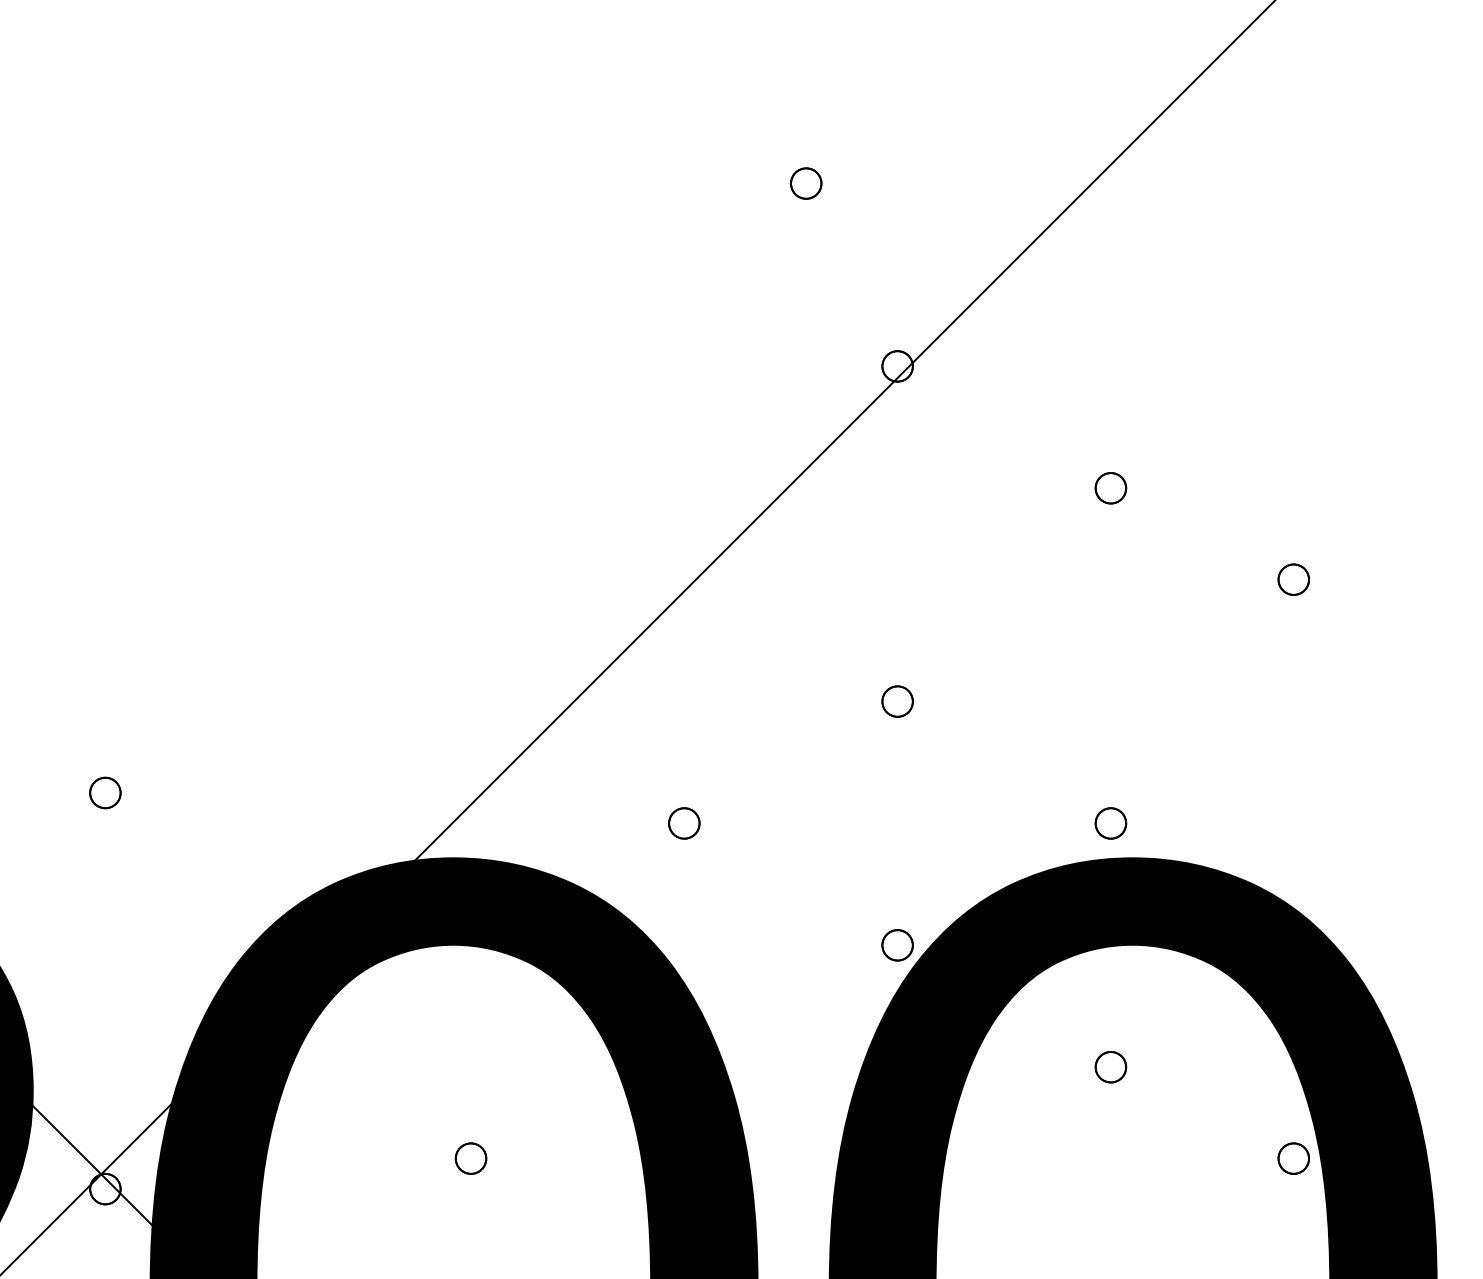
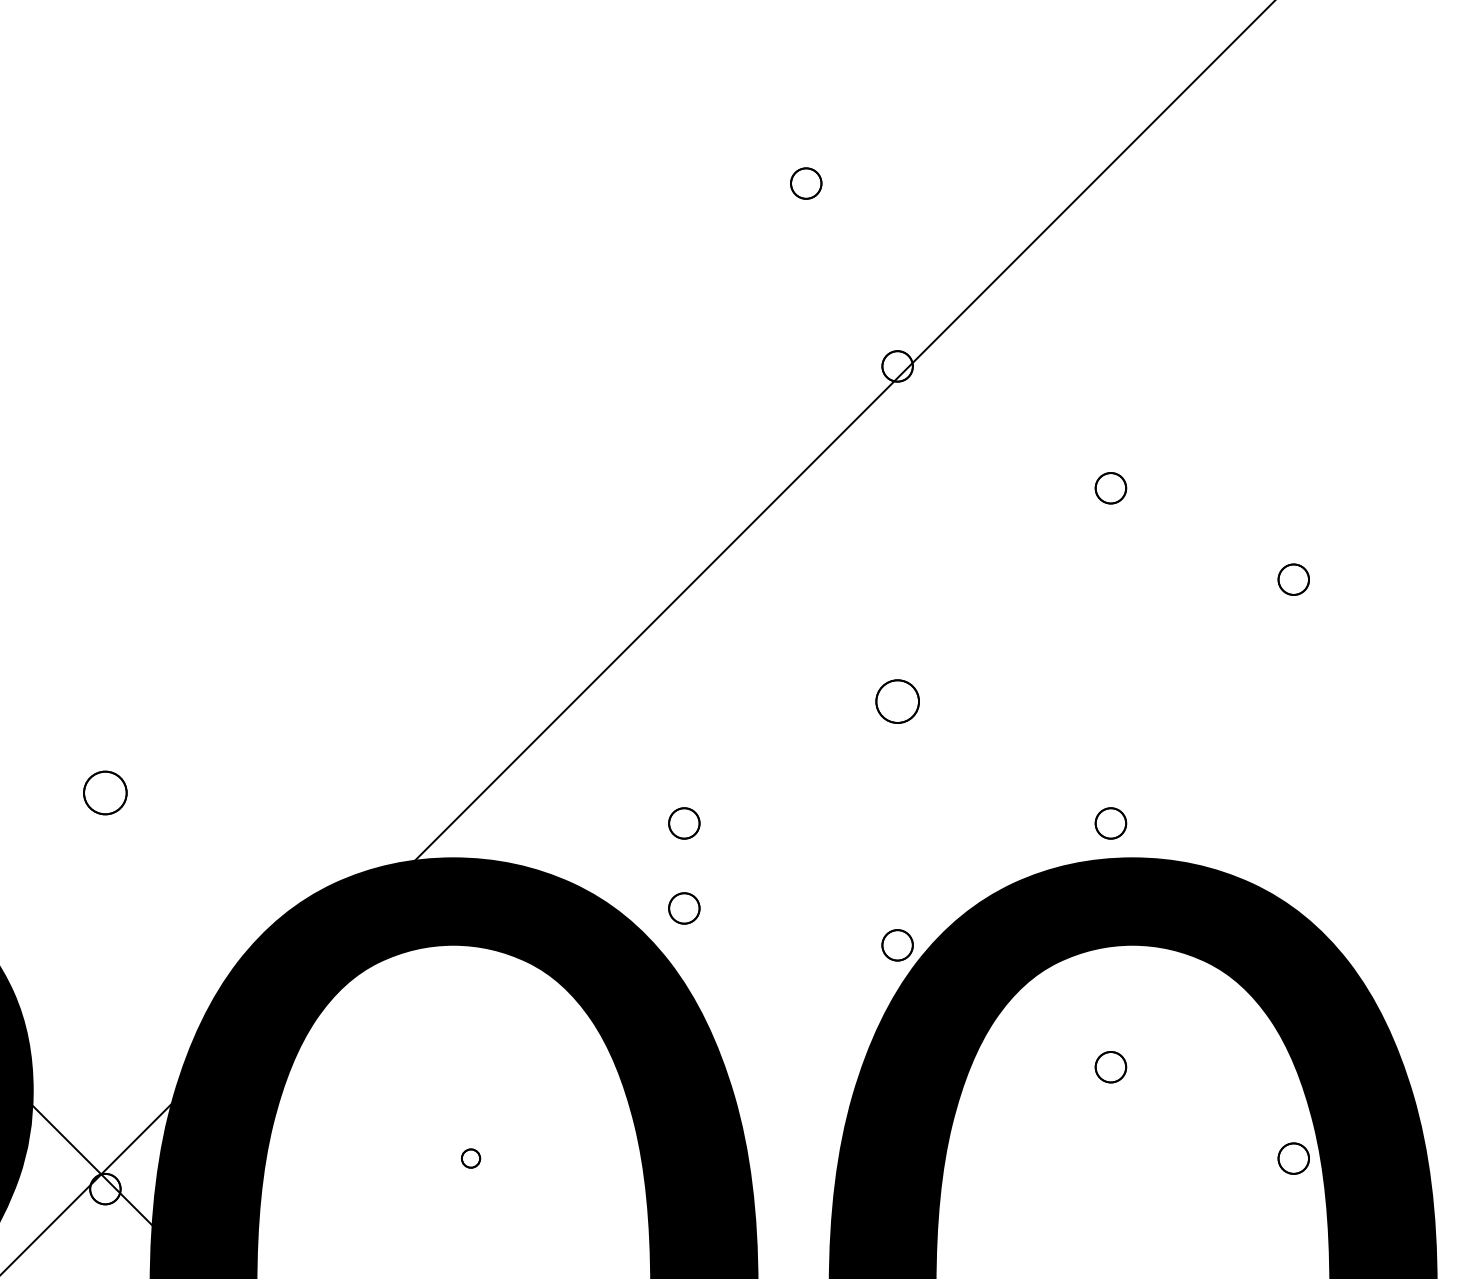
part at (897, 701) size: 33x33 px -> 45x45 px
part at (105, 792) size: 33x34 px -> 45x46 px
part at (684, 908): none -> present
part at (470, 1158) size: 34x33 px -> 21x21 px
